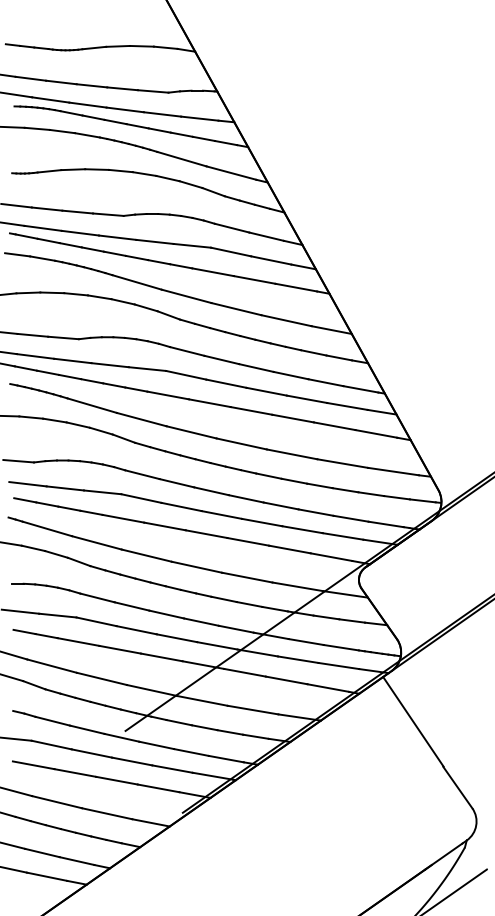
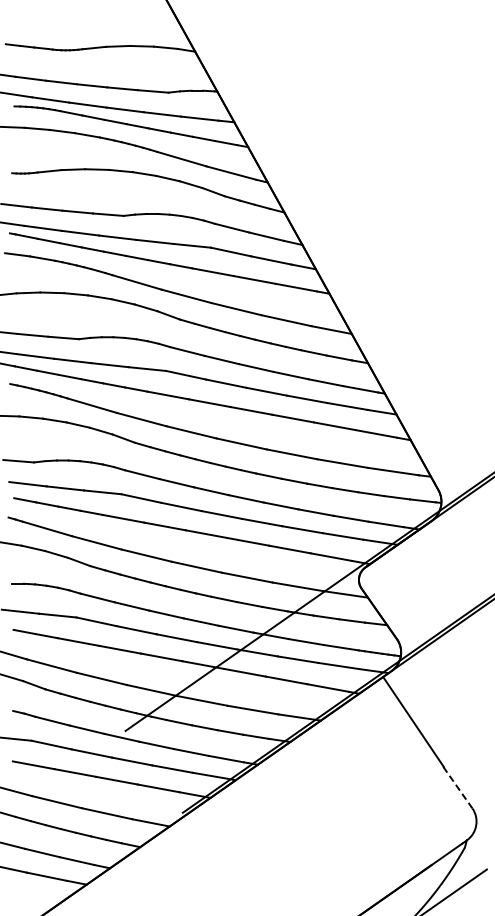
line at (458, 788): solid -> dashed
